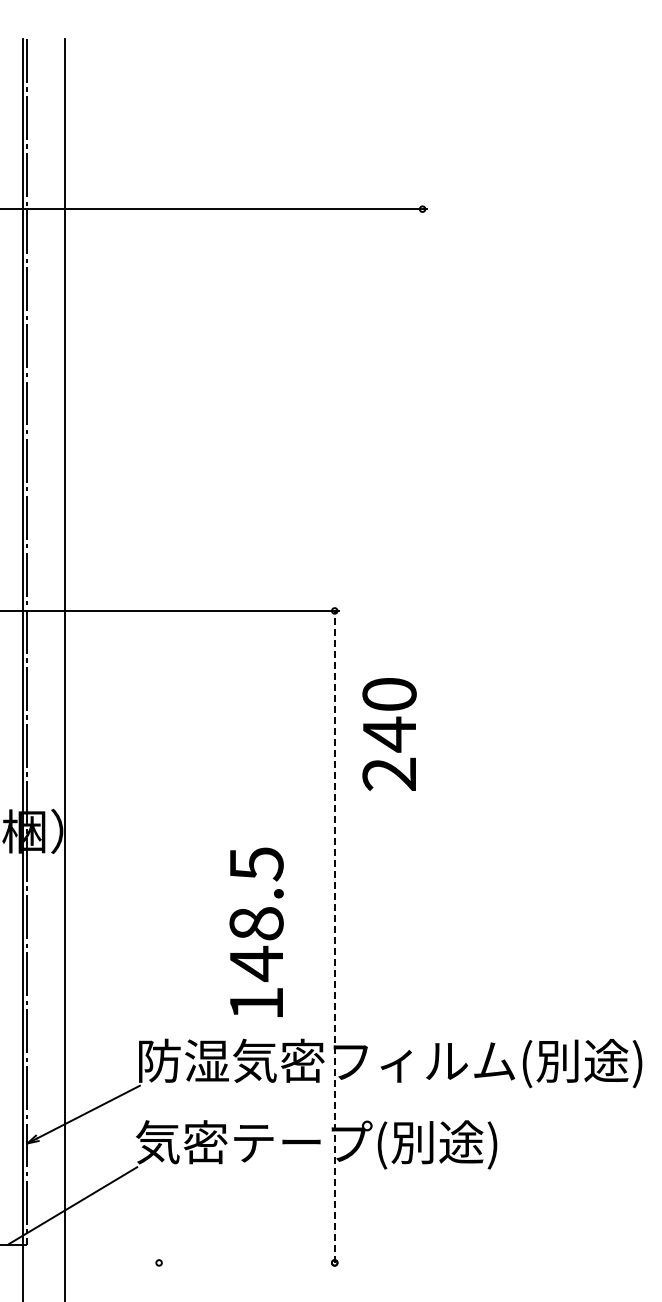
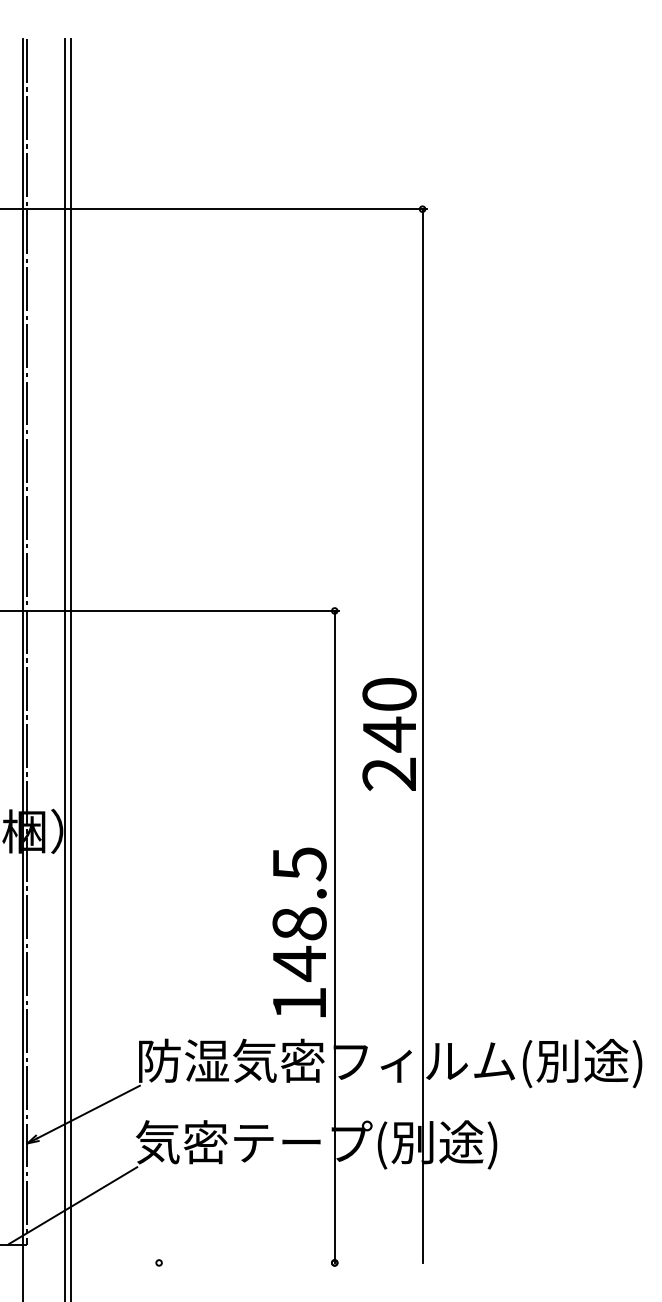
line at (71, 668): none -> present
line at (422, 735): none -> present
text at (256, 931) position: (256, 931) -> (299, 931)
line at (334, 936): dashed -> solid
